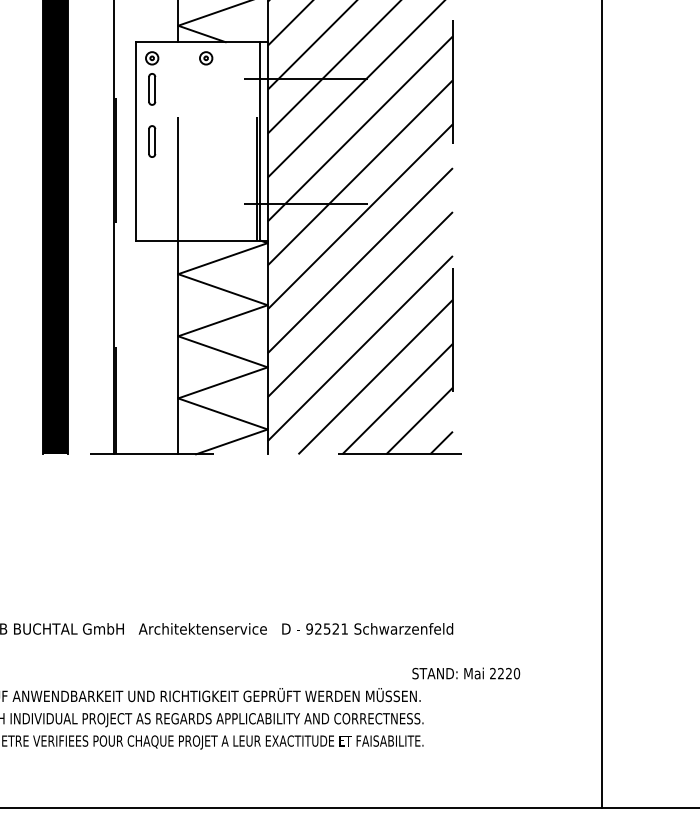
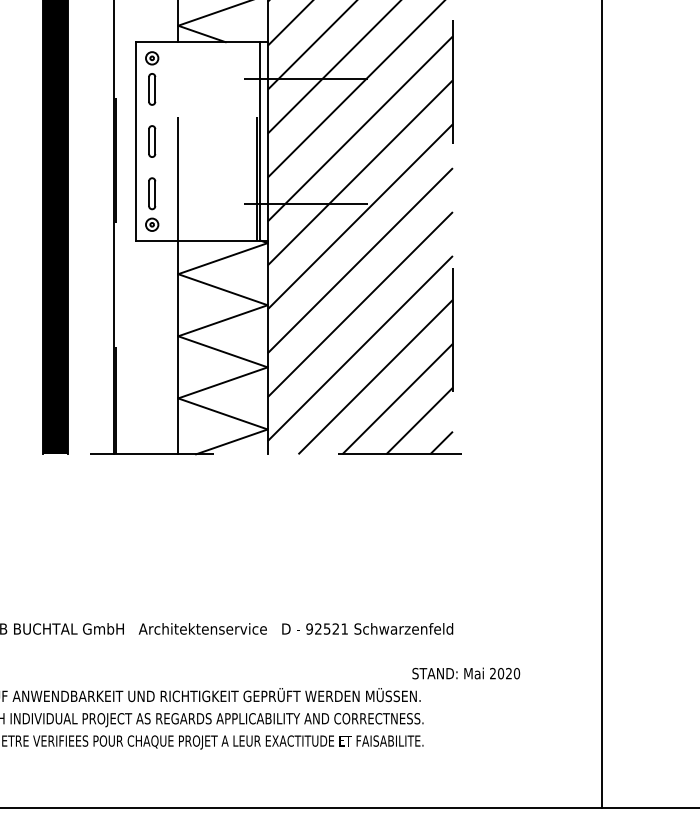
part at (206, 58): present -> none
part at (152, 204): none -> present
text at (500, 673): 2220 -> 2020
